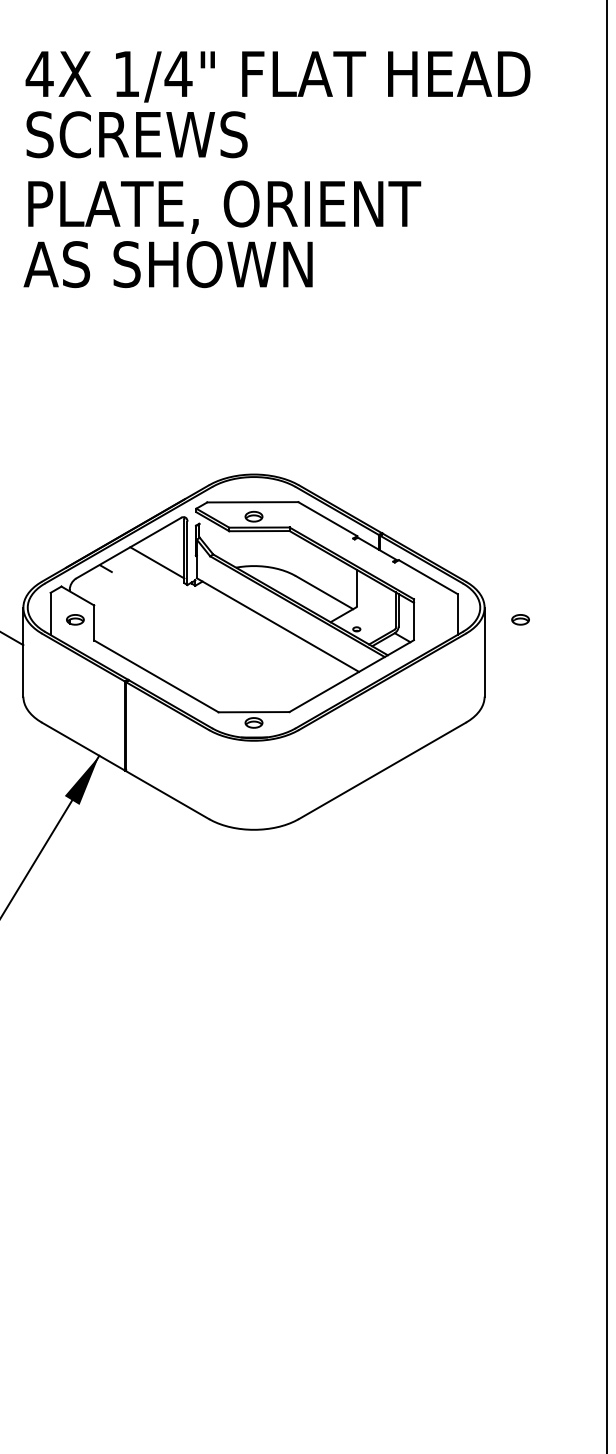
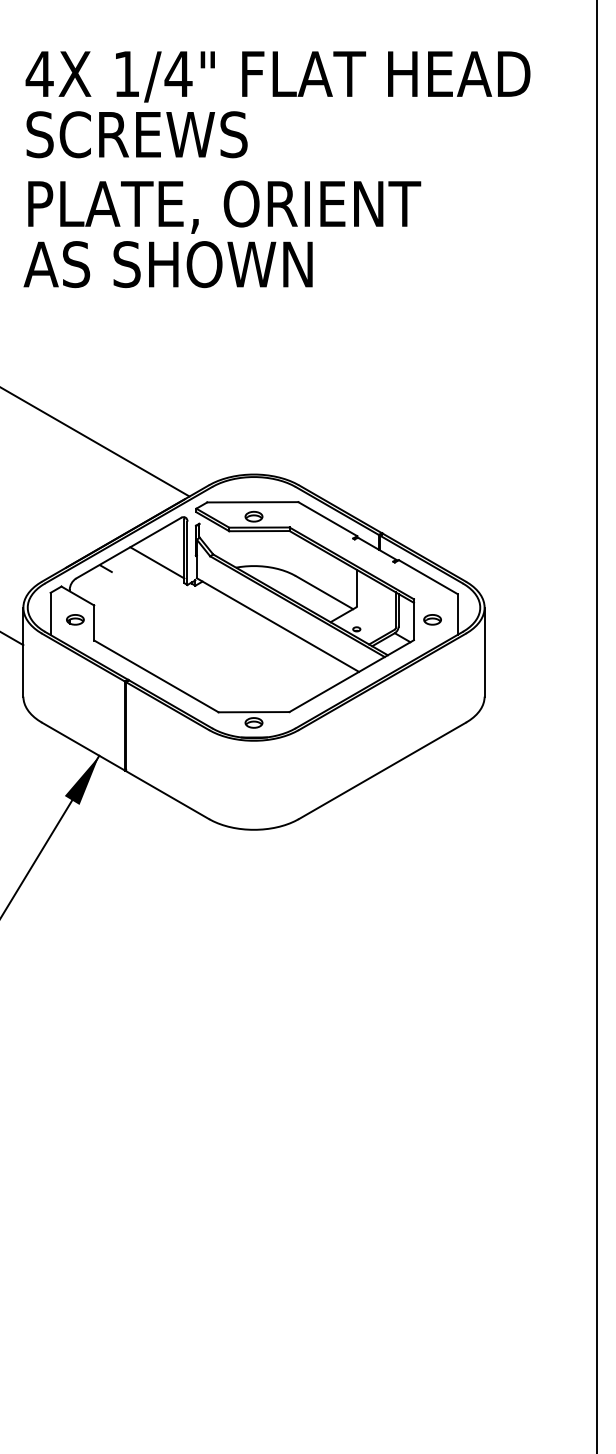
line at (95, 442): none -> present
part at (520, 619) position: (520, 619) -> (432, 619)
line at (607, 726) position: (607, 726) -> (597, 726)
